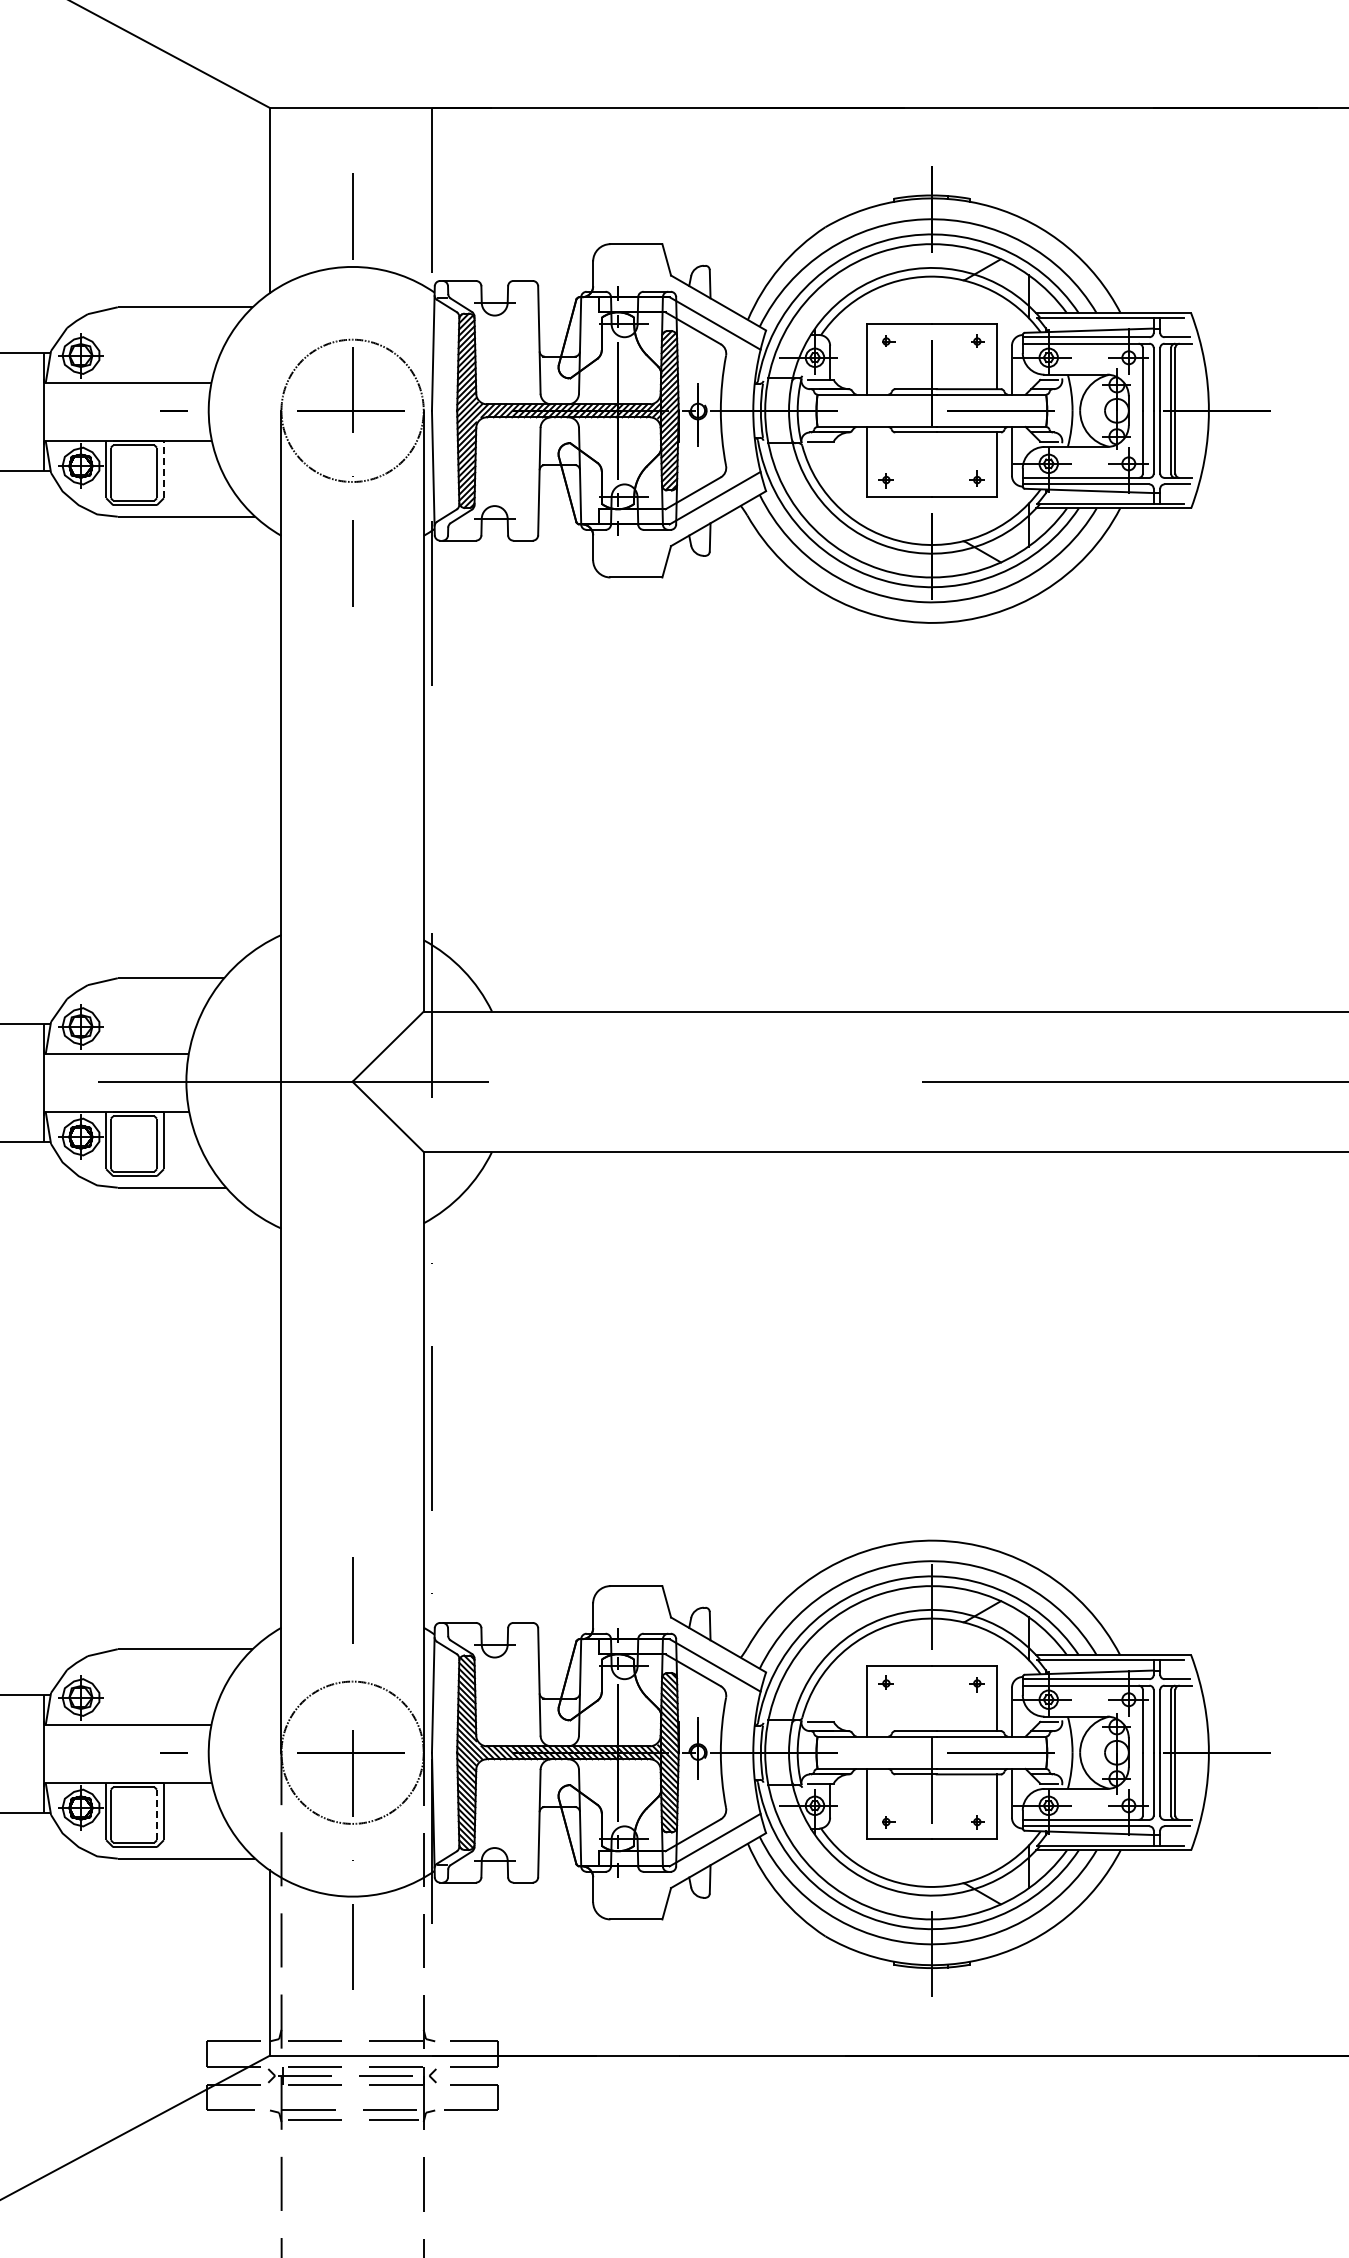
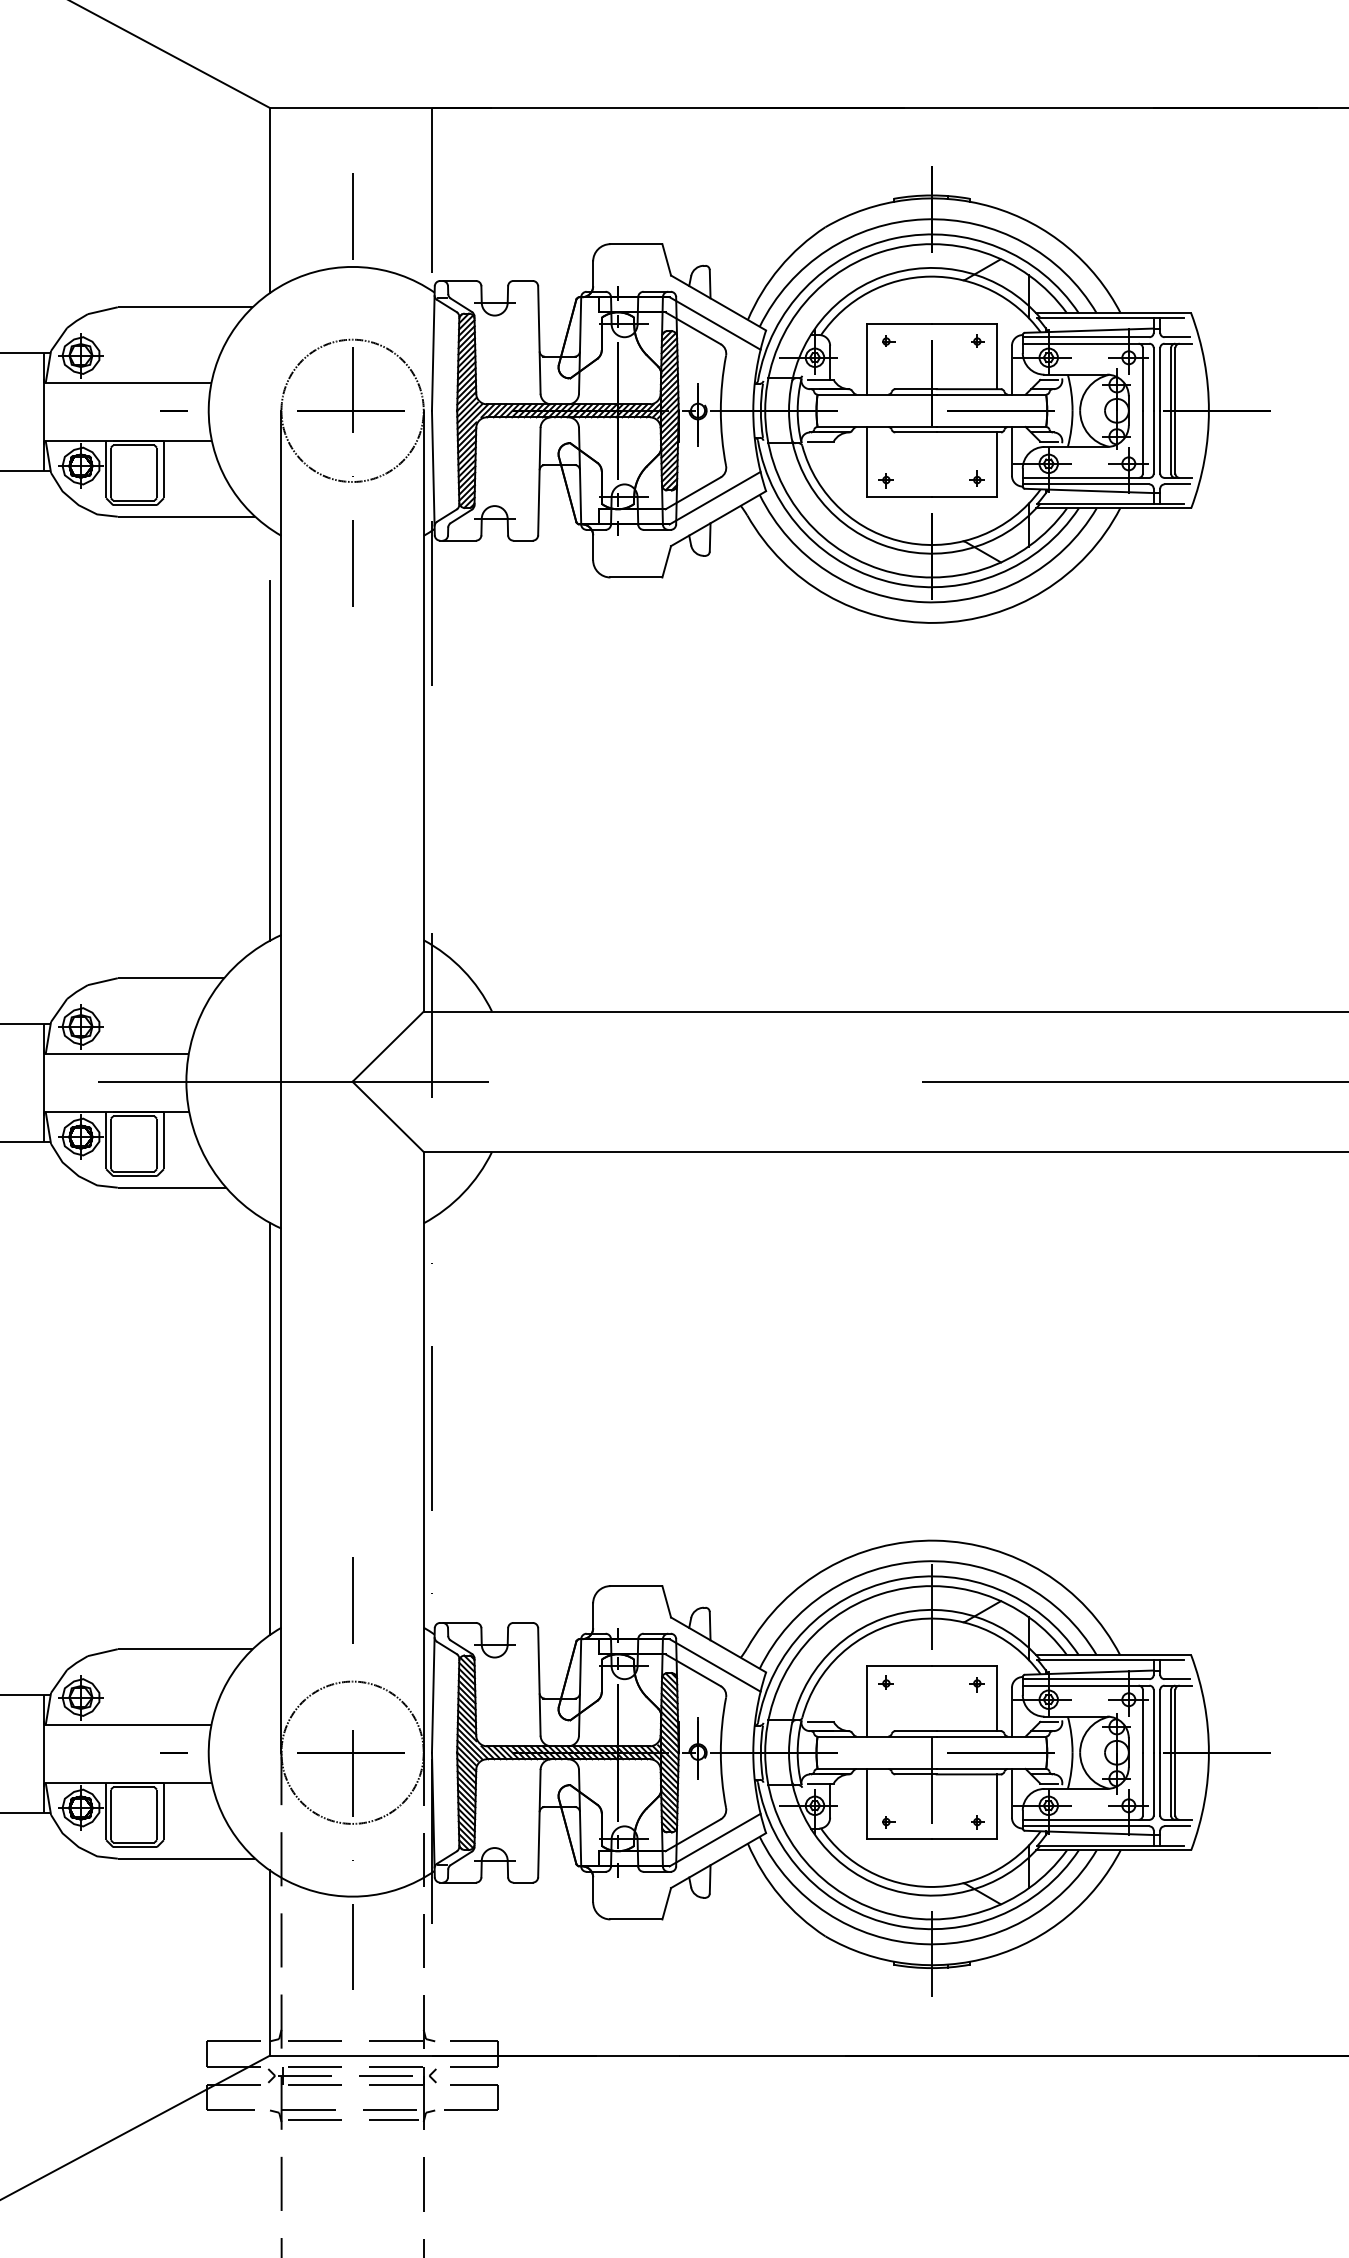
line at (163, 469): dashed -> solid
line at (269, 760): none -> present
line at (269, 1428): none -> present
line at (156, 1814): dashed -> solid
